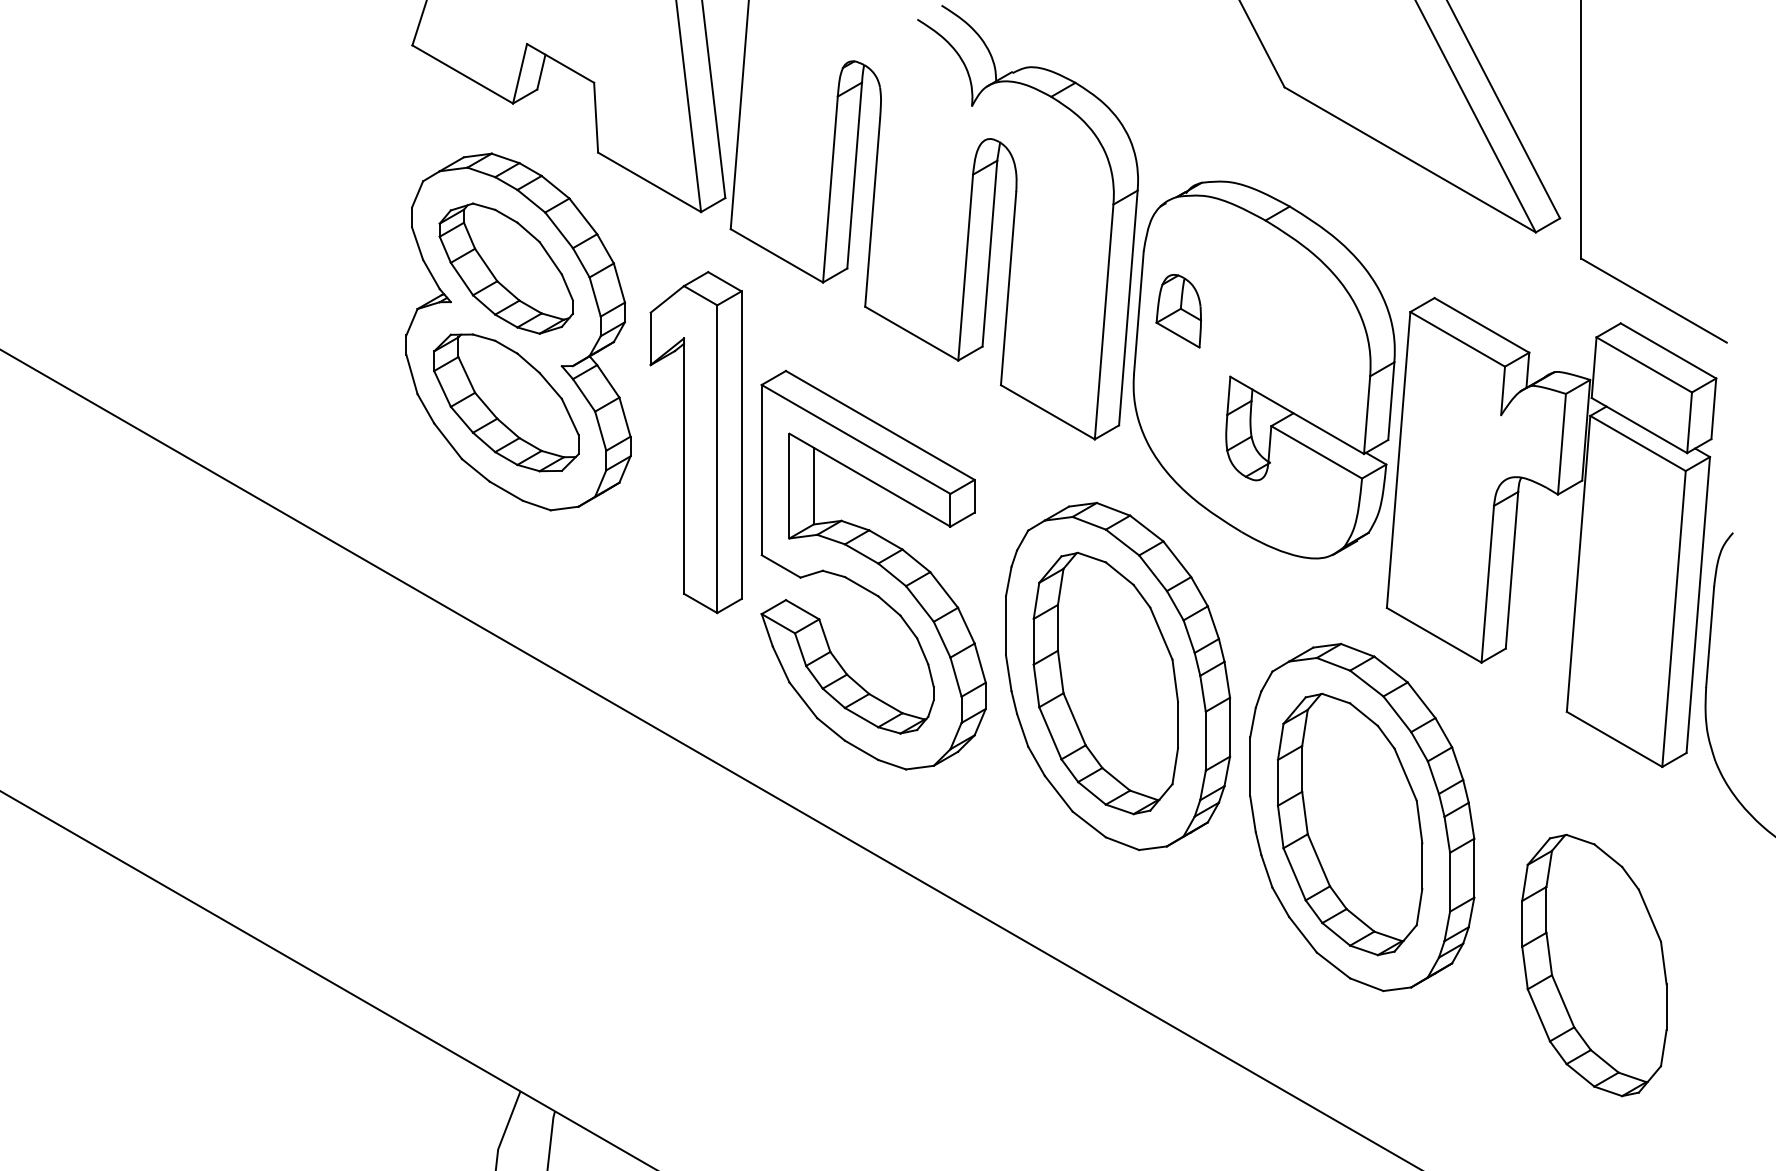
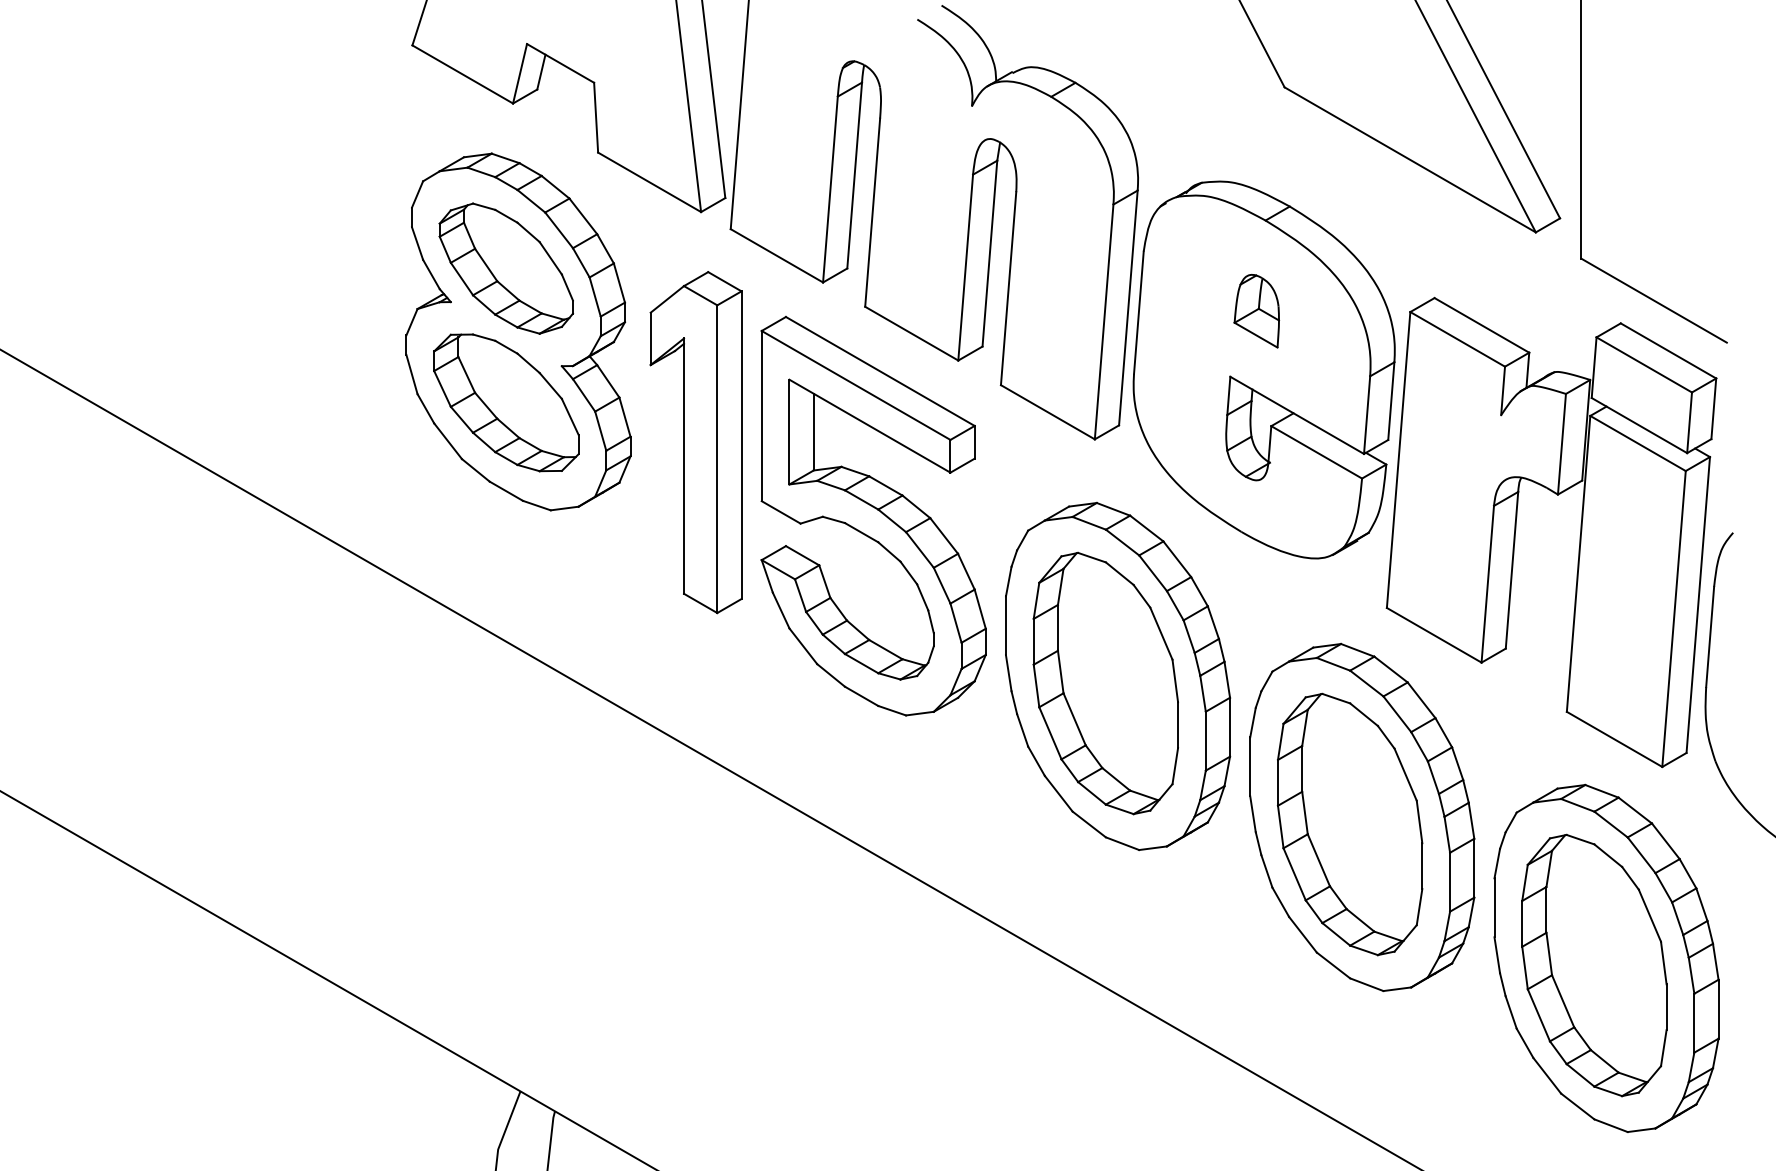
part at (1178, 311) position: (1178, 311) -> (1256, 311)
part at (873, 569) position: (873, 569) -> (873, 515)
part at (1606, 957): none -> present
